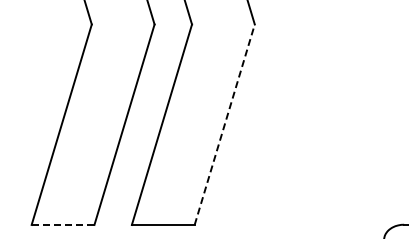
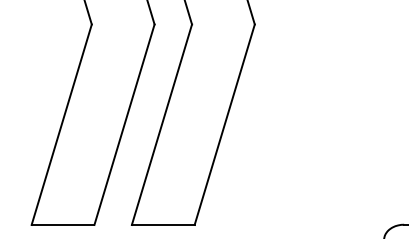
line at (224, 124): dashed -> solid
line at (63, 224): dashed -> solid
